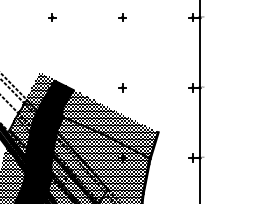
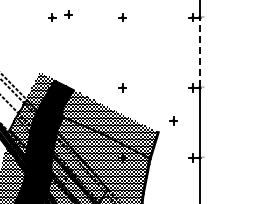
part at (68, 14): none -> present
line at (199, 52): solid -> dashed
part at (173, 120): none -> present
